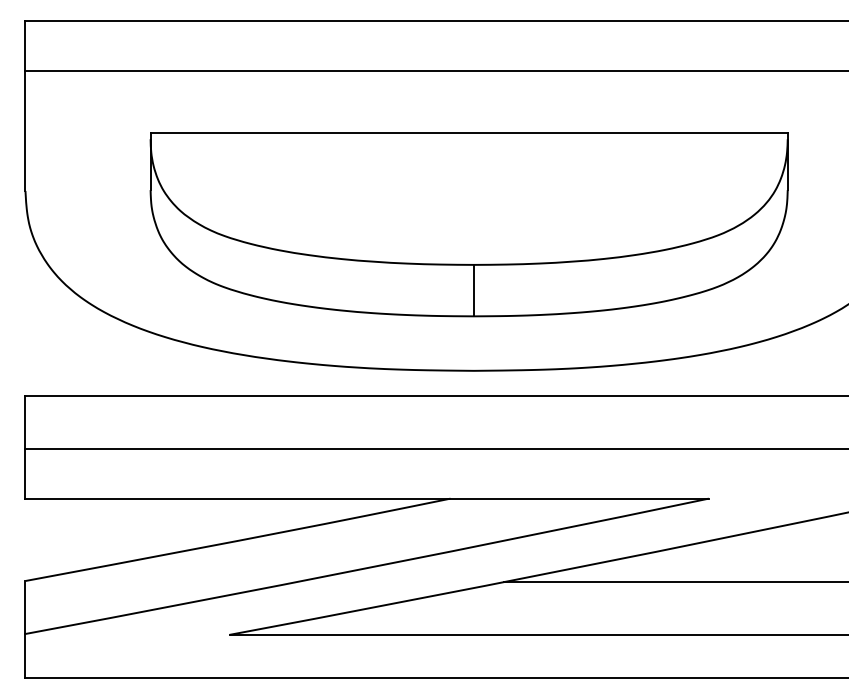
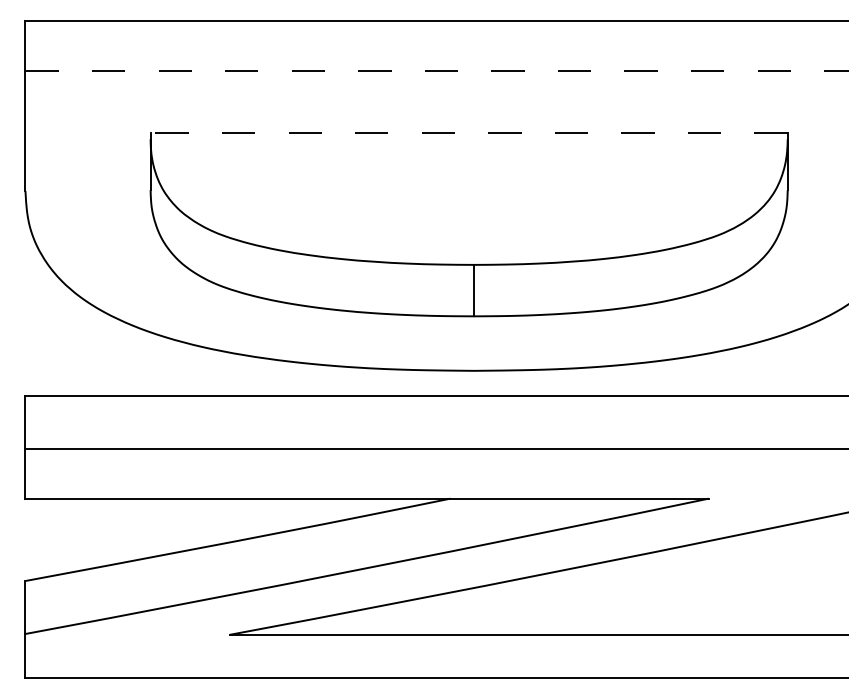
line at (437, 71): solid -> dashed
line at (469, 133): solid -> dashed
line at (674, 581): present -> none
